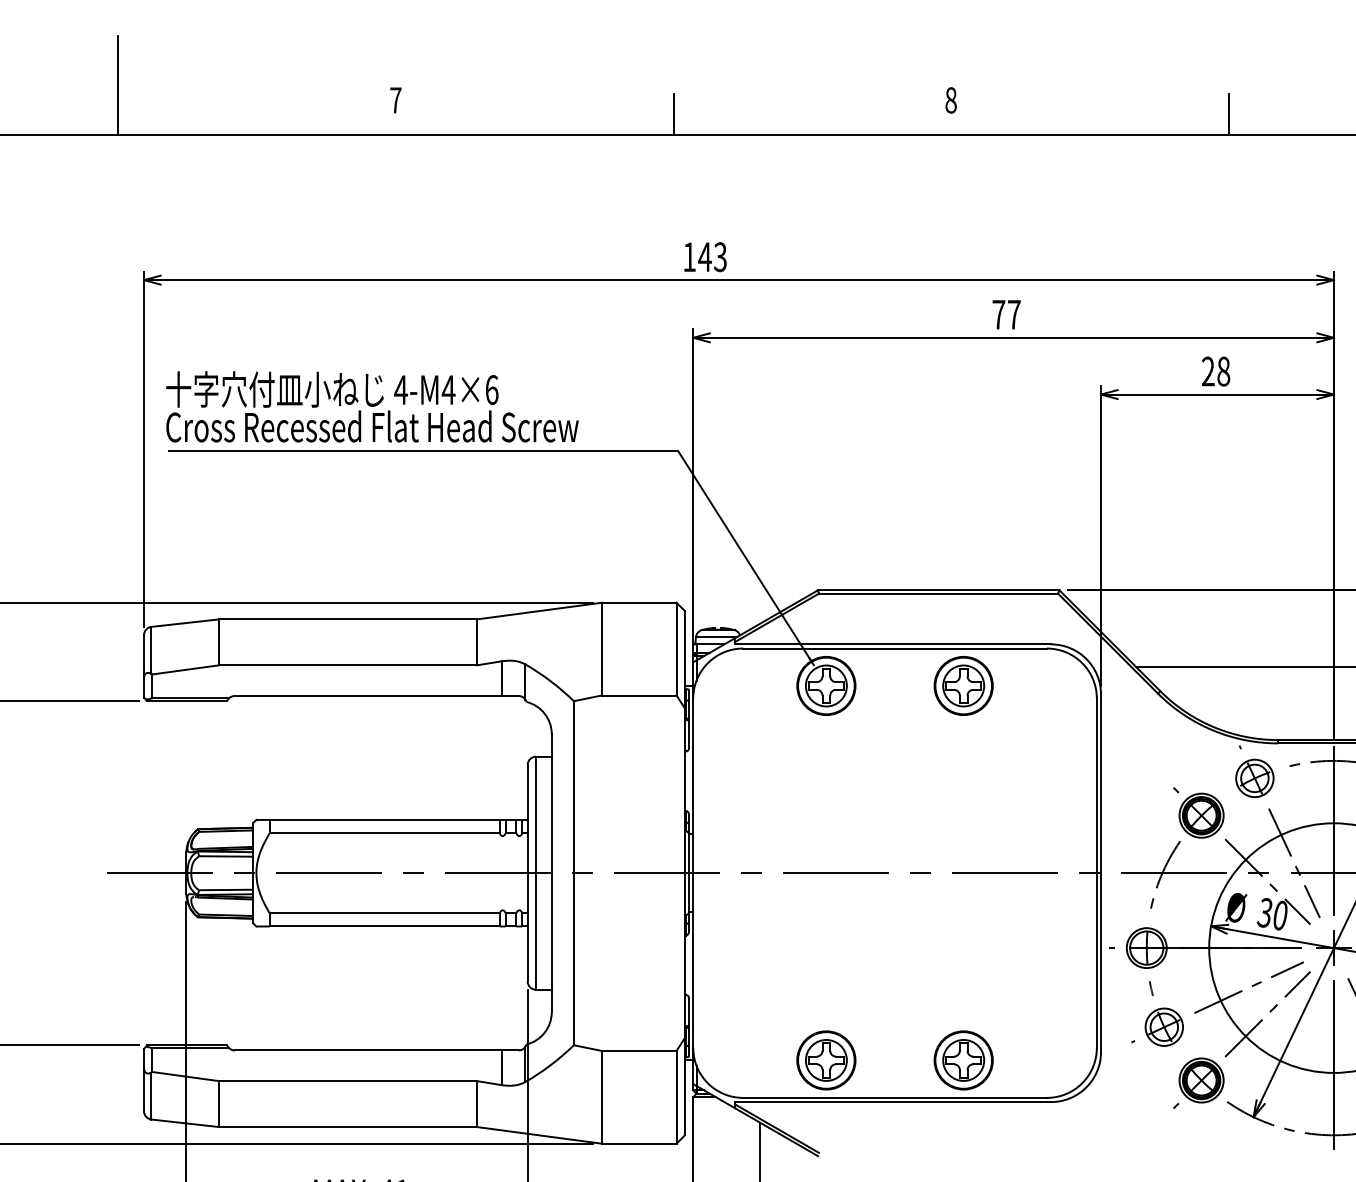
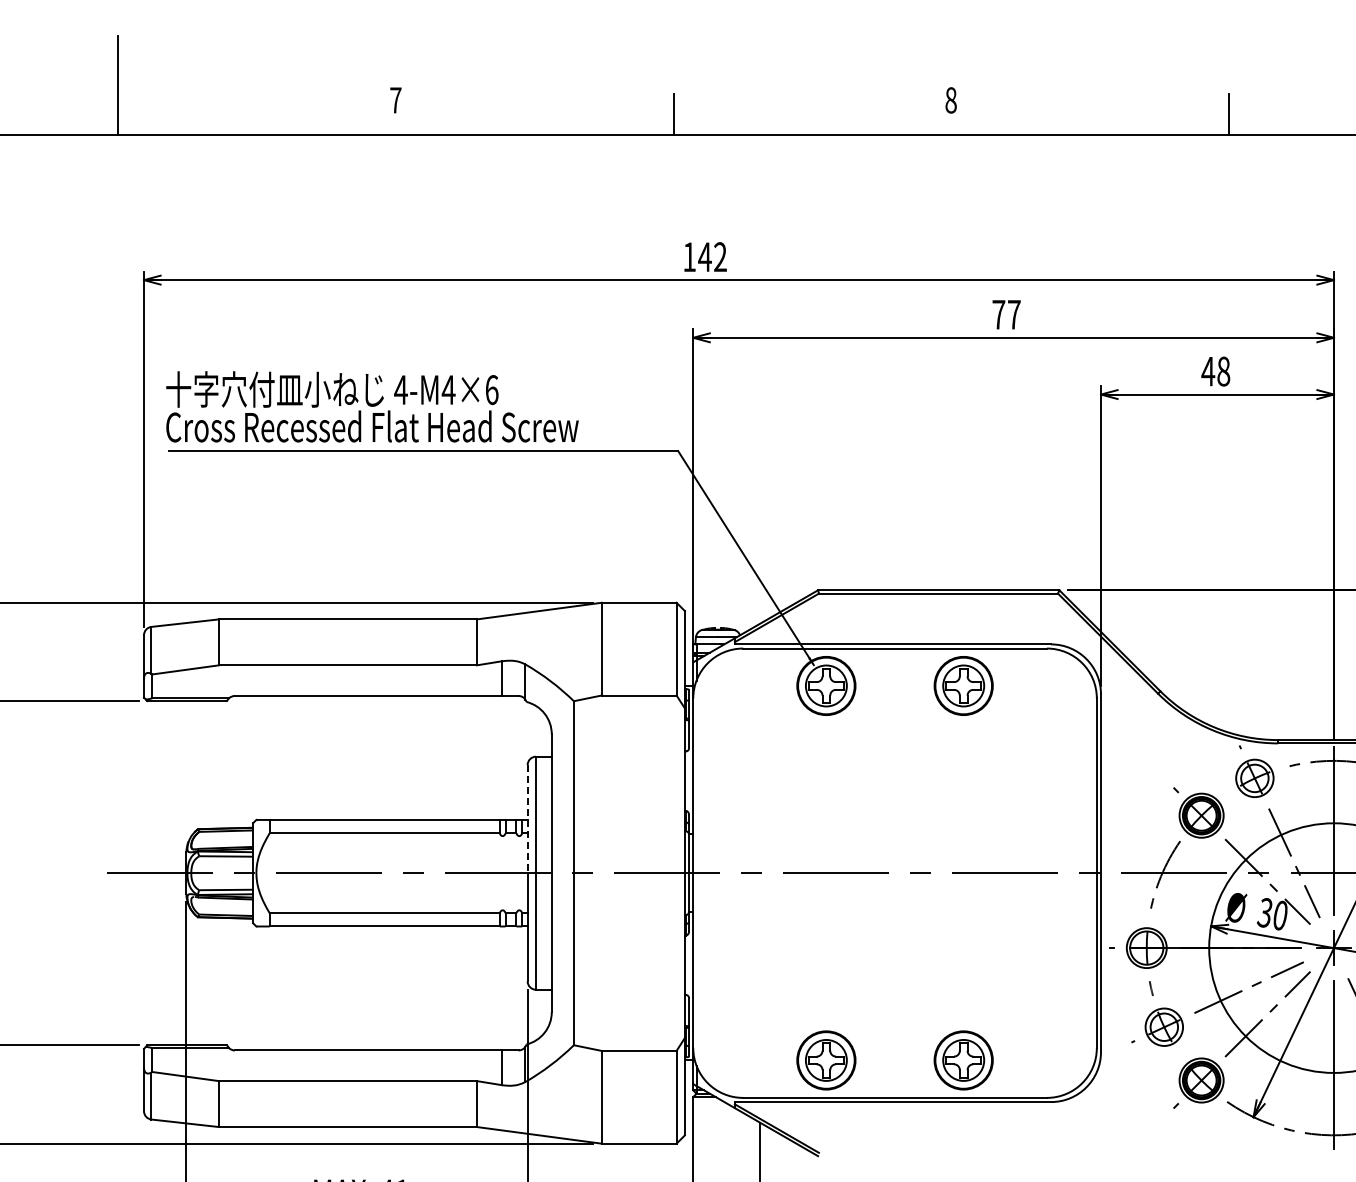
text at (719, 257): 143 -> 142
text at (1208, 371): 28 -> 48
line at (1244, 667): present -> none
line at (527, 819): solid -> dashed
